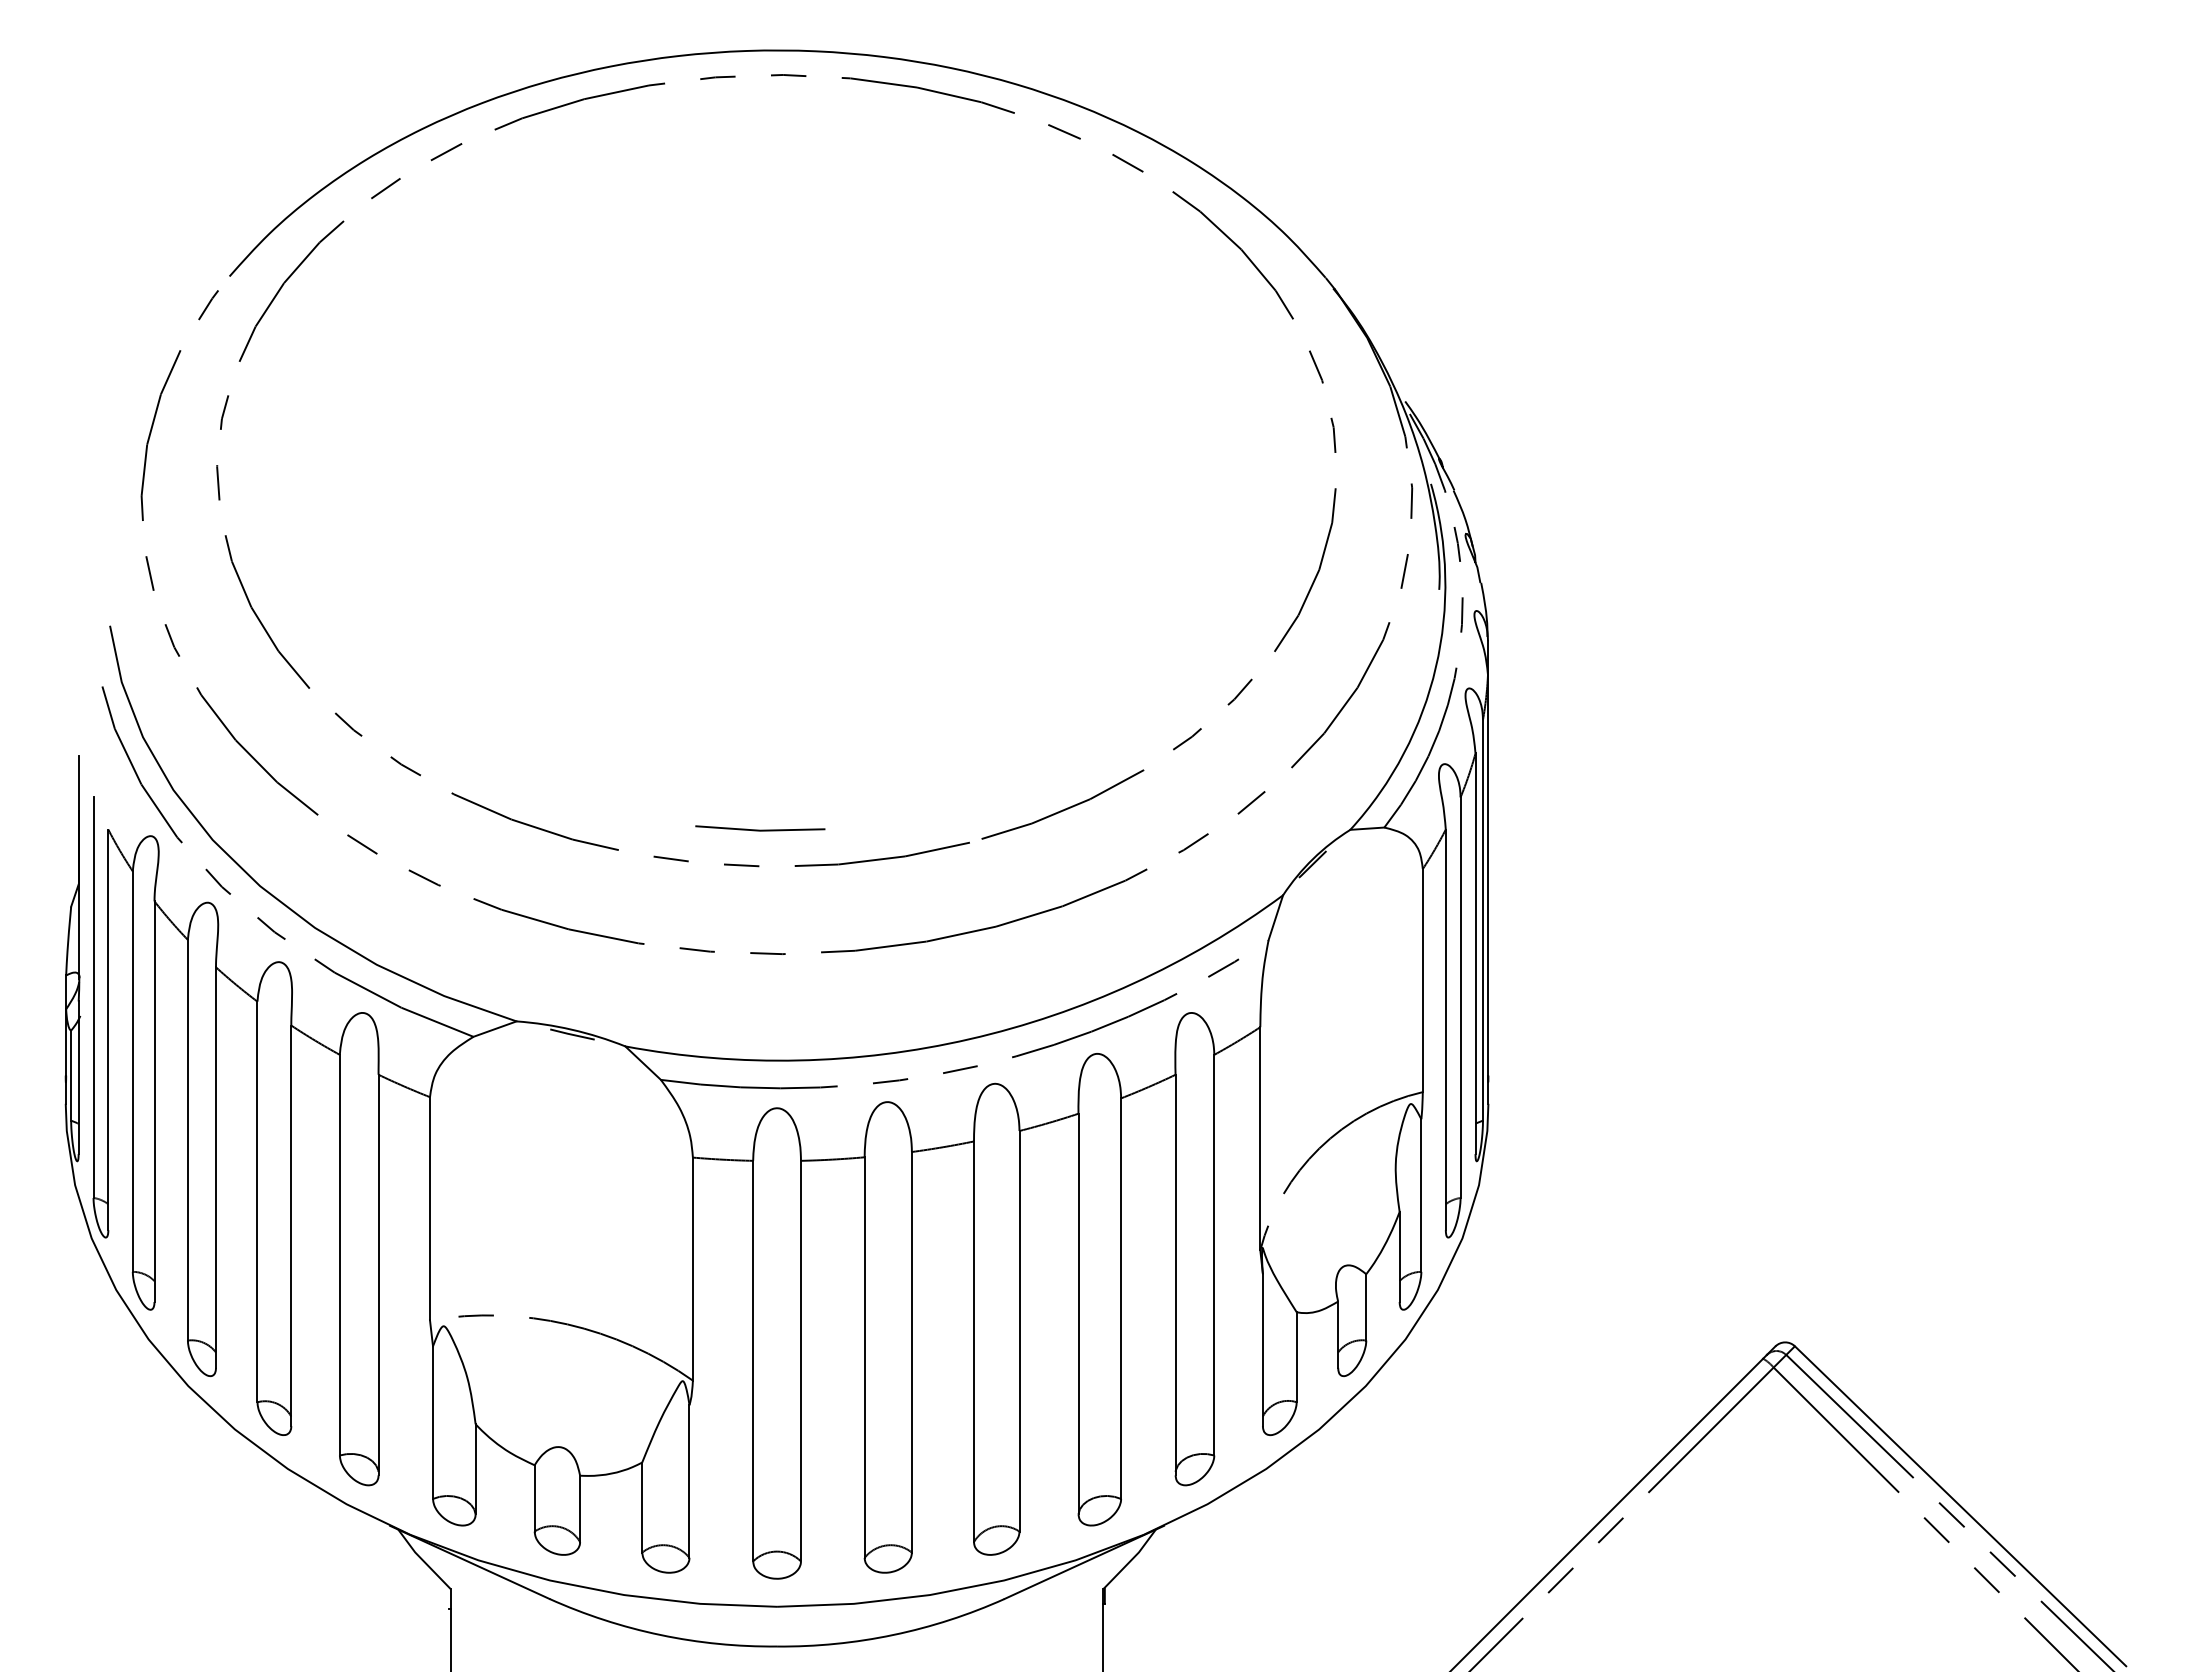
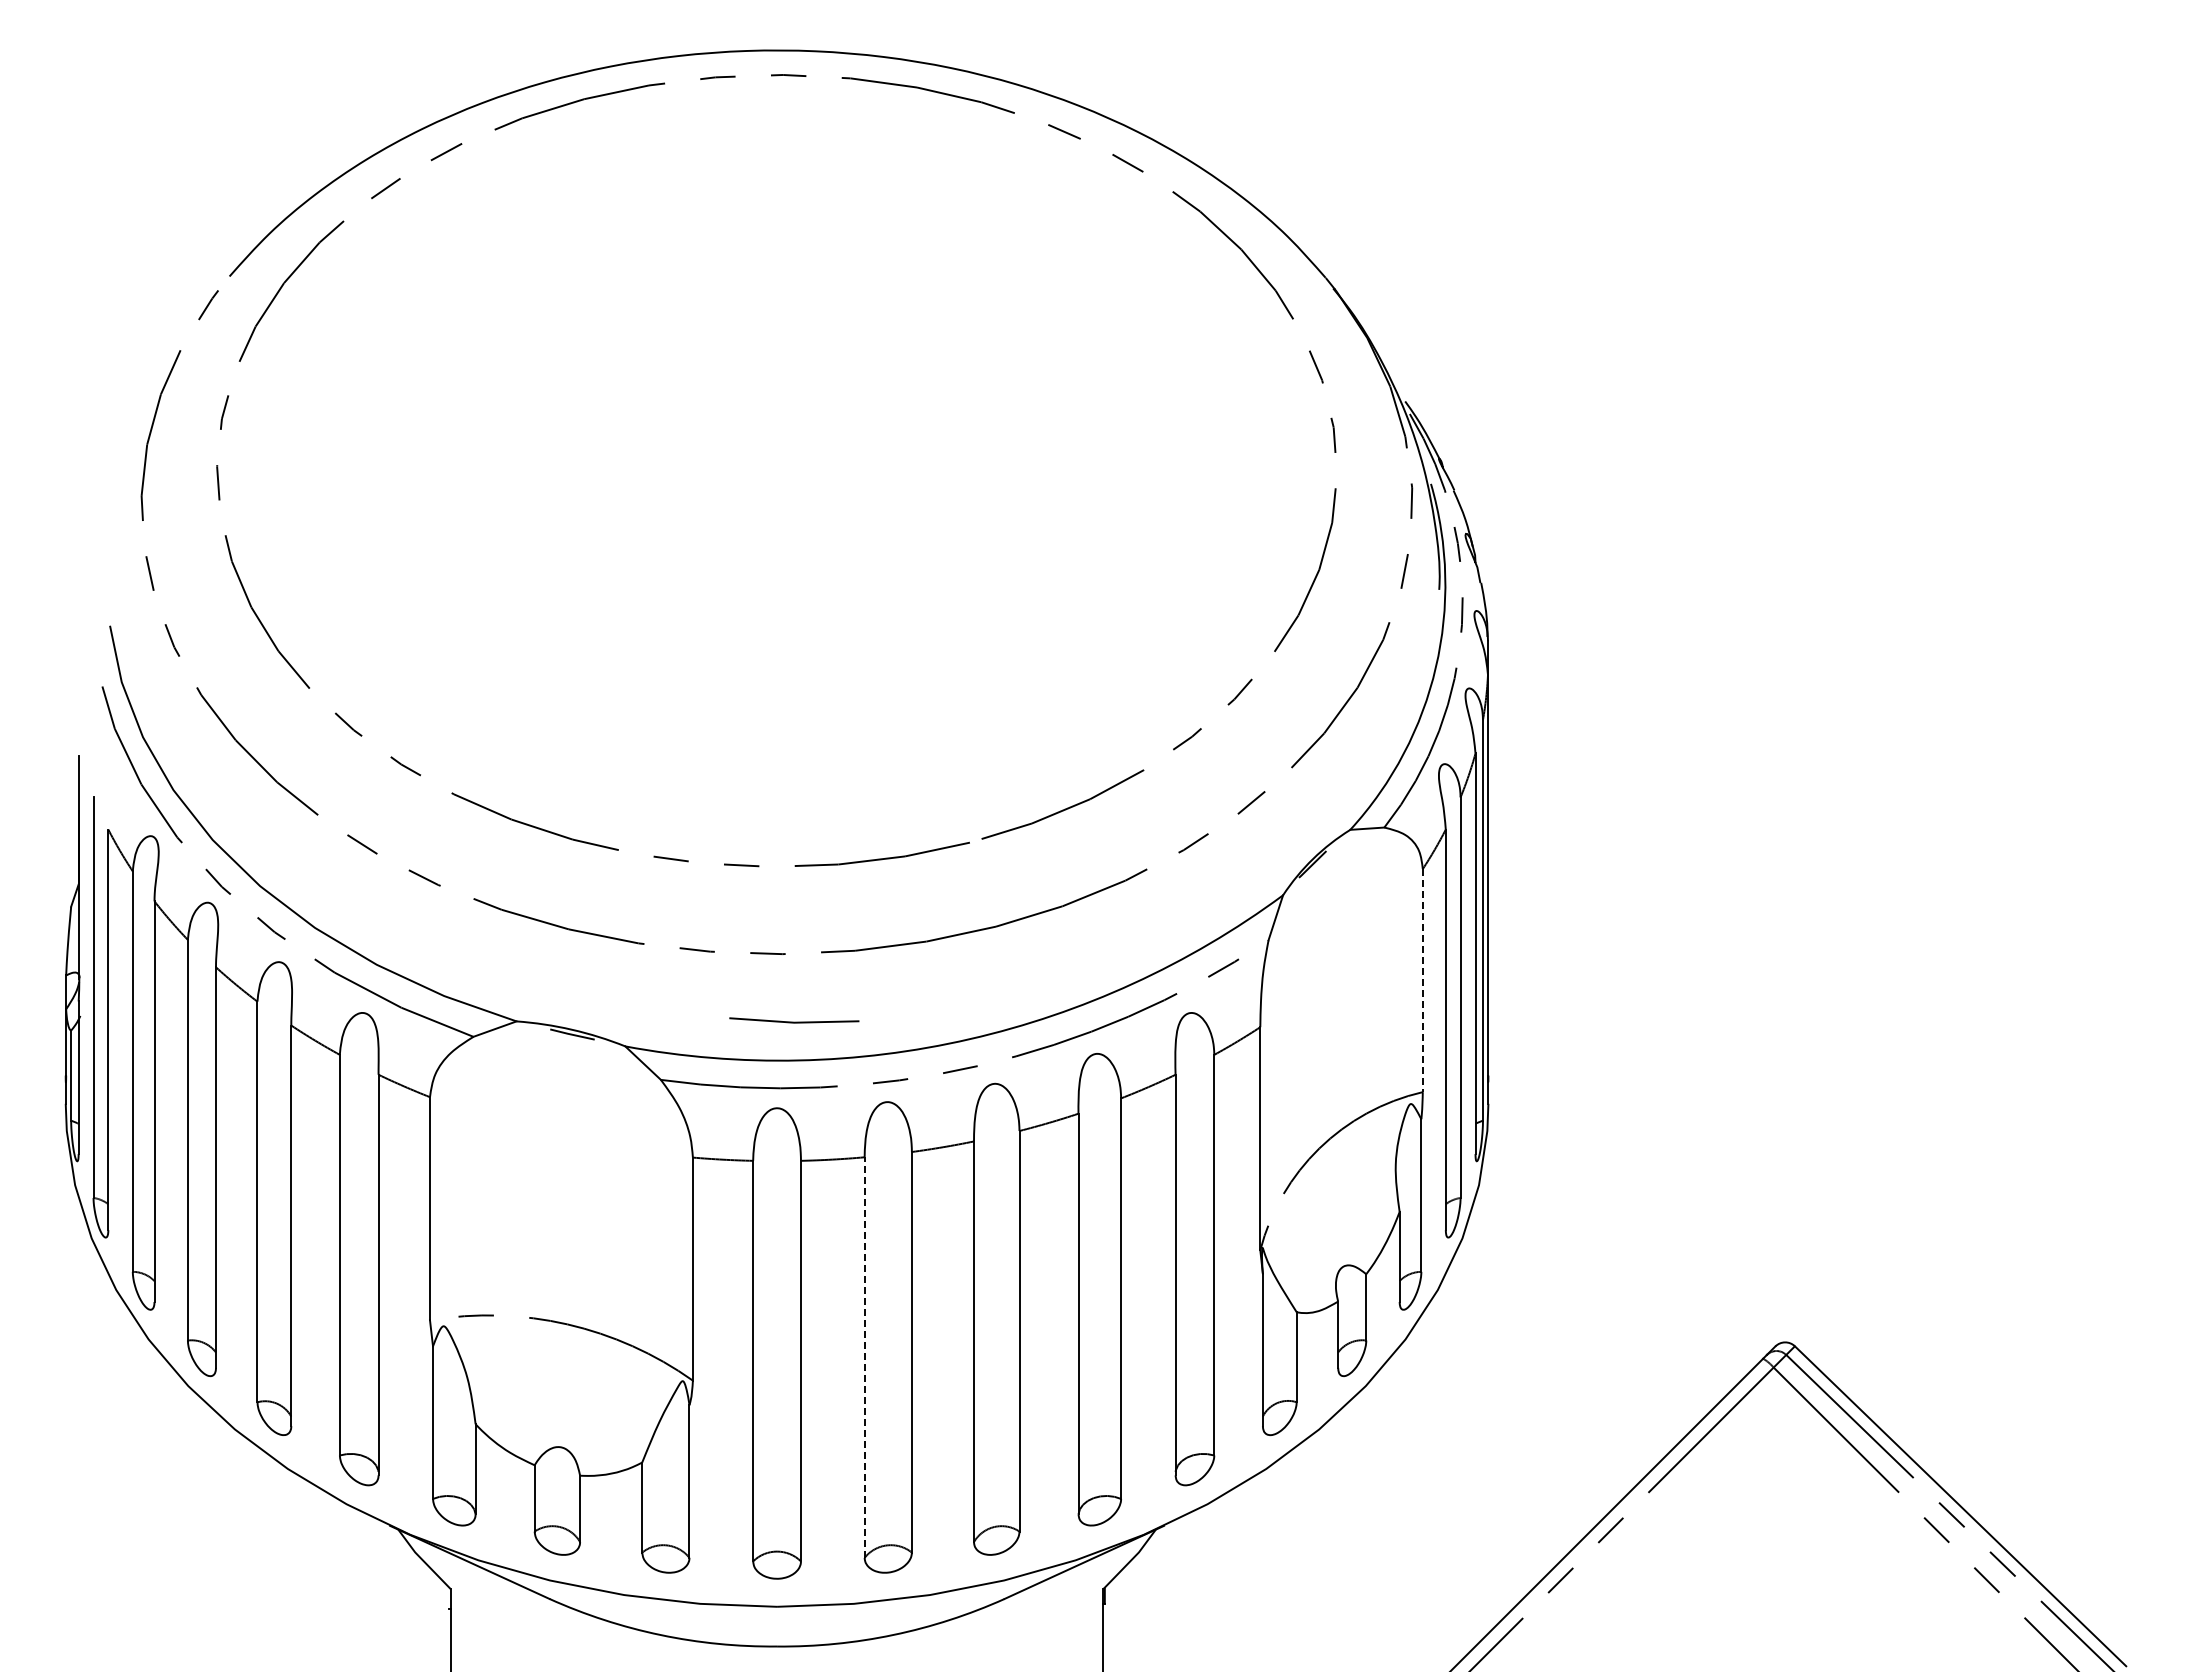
line at (760, 829) position: (760, 829) -> (794, 1021)
line at (1422, 980): solid -> dashed
line at (864, 1357): solid -> dashed
